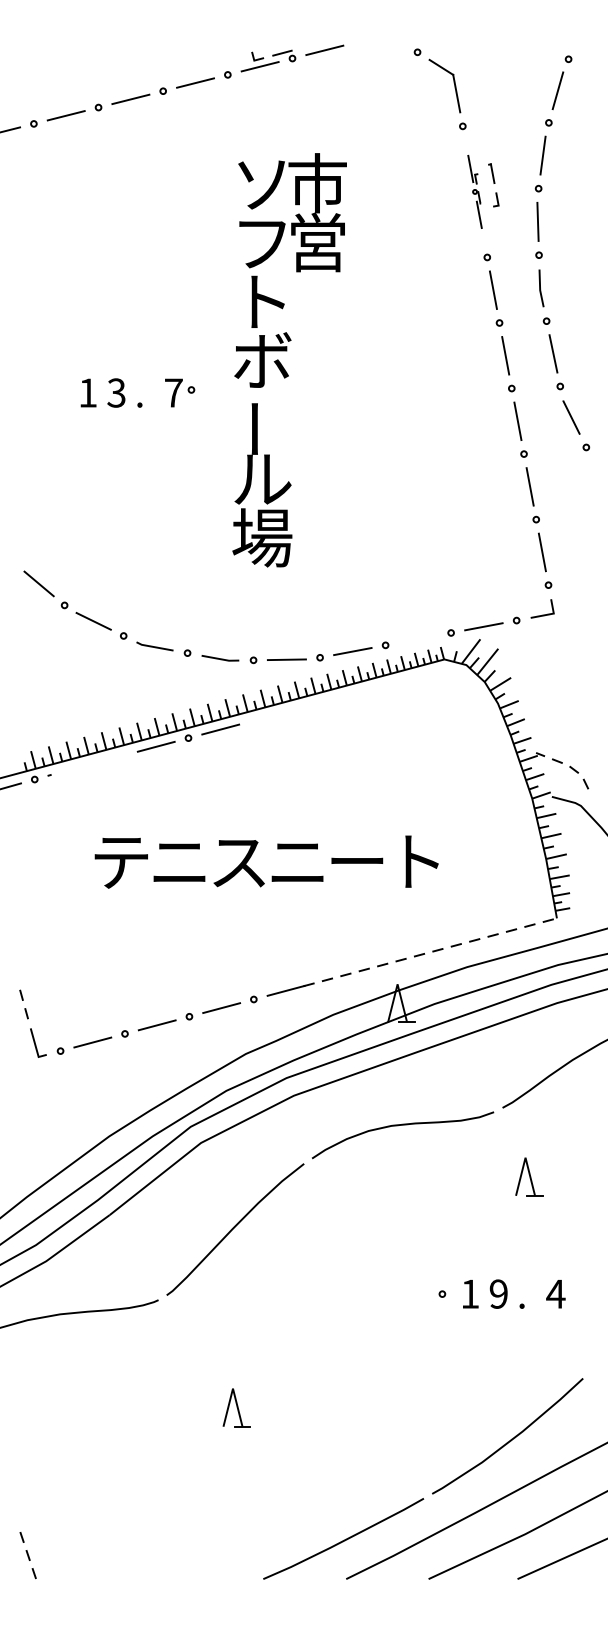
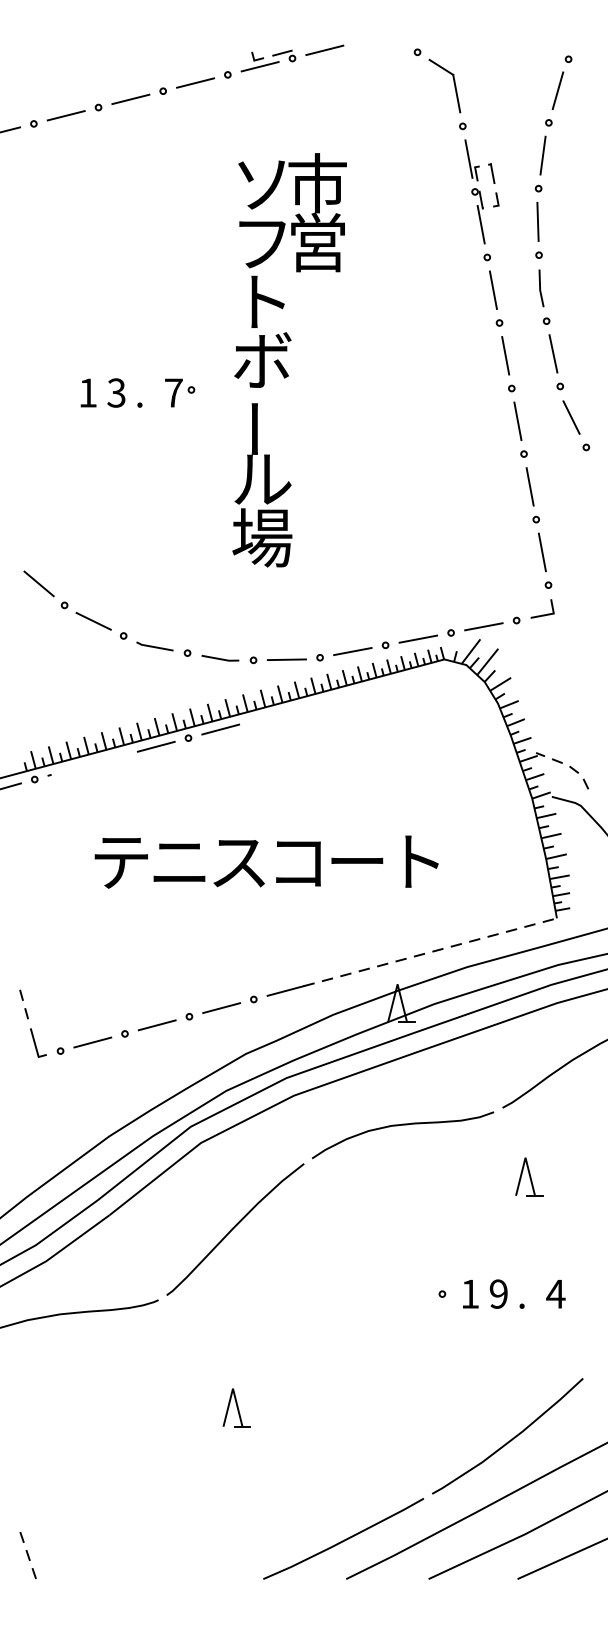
part at (474, 191) size: 16x75 px -> 22x106 px
line at (418, 638): none -> present
text at (297, 863): ニ -> コ
